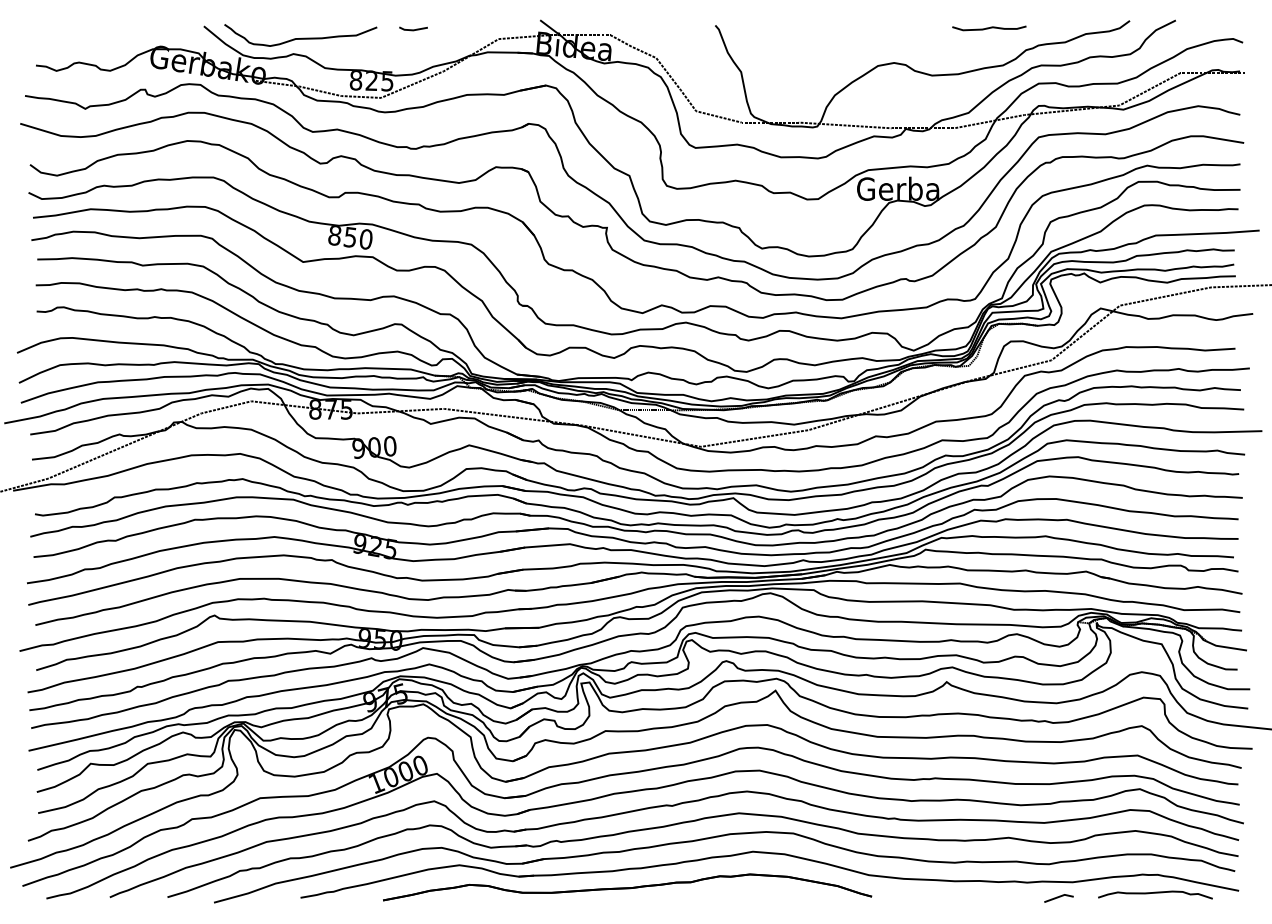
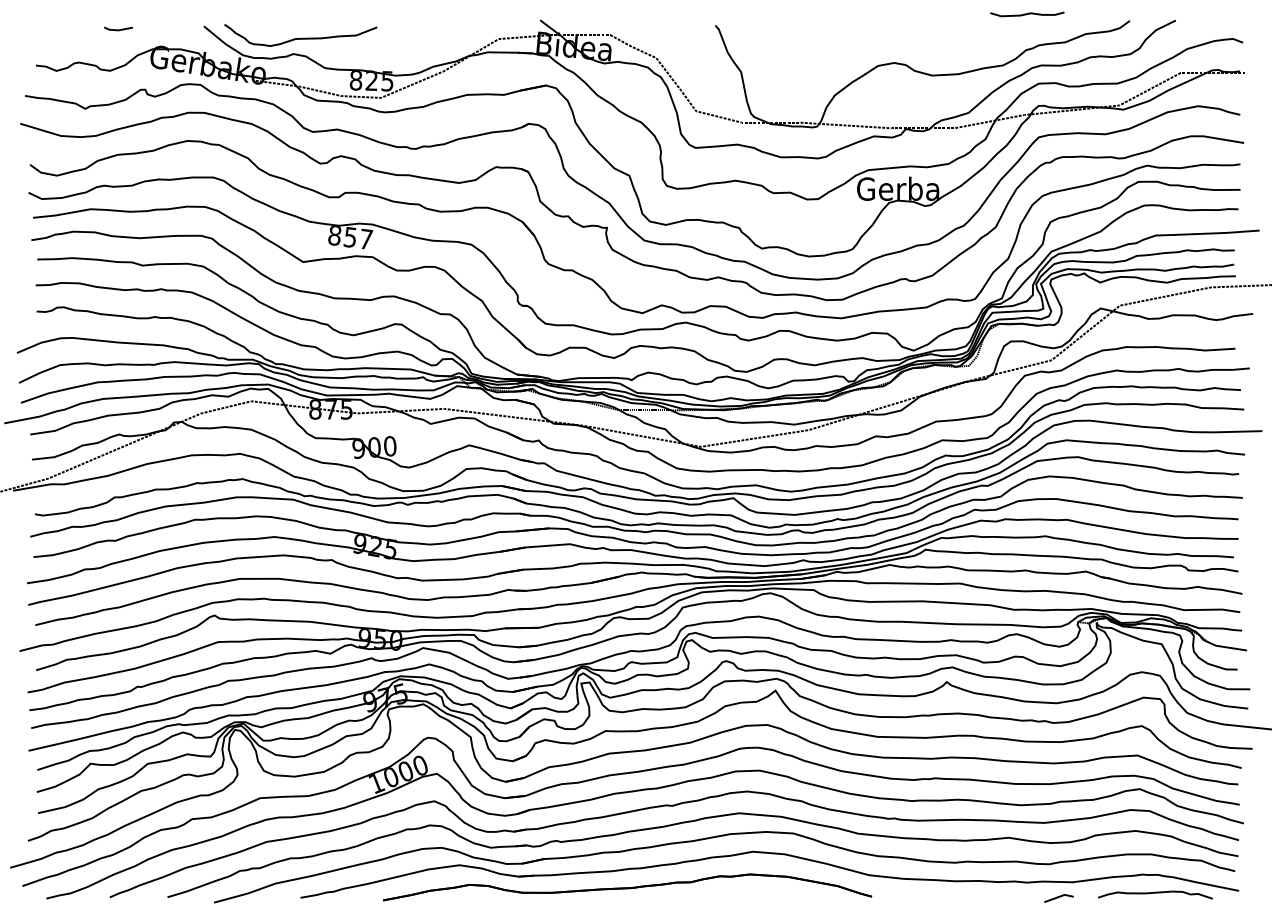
curve at (989, 28) position: (989, 28) -> (1027, 14)
line at (413, 29) position: (413, 29) -> (118, 29)
text at (366, 238): 850 -> 857
